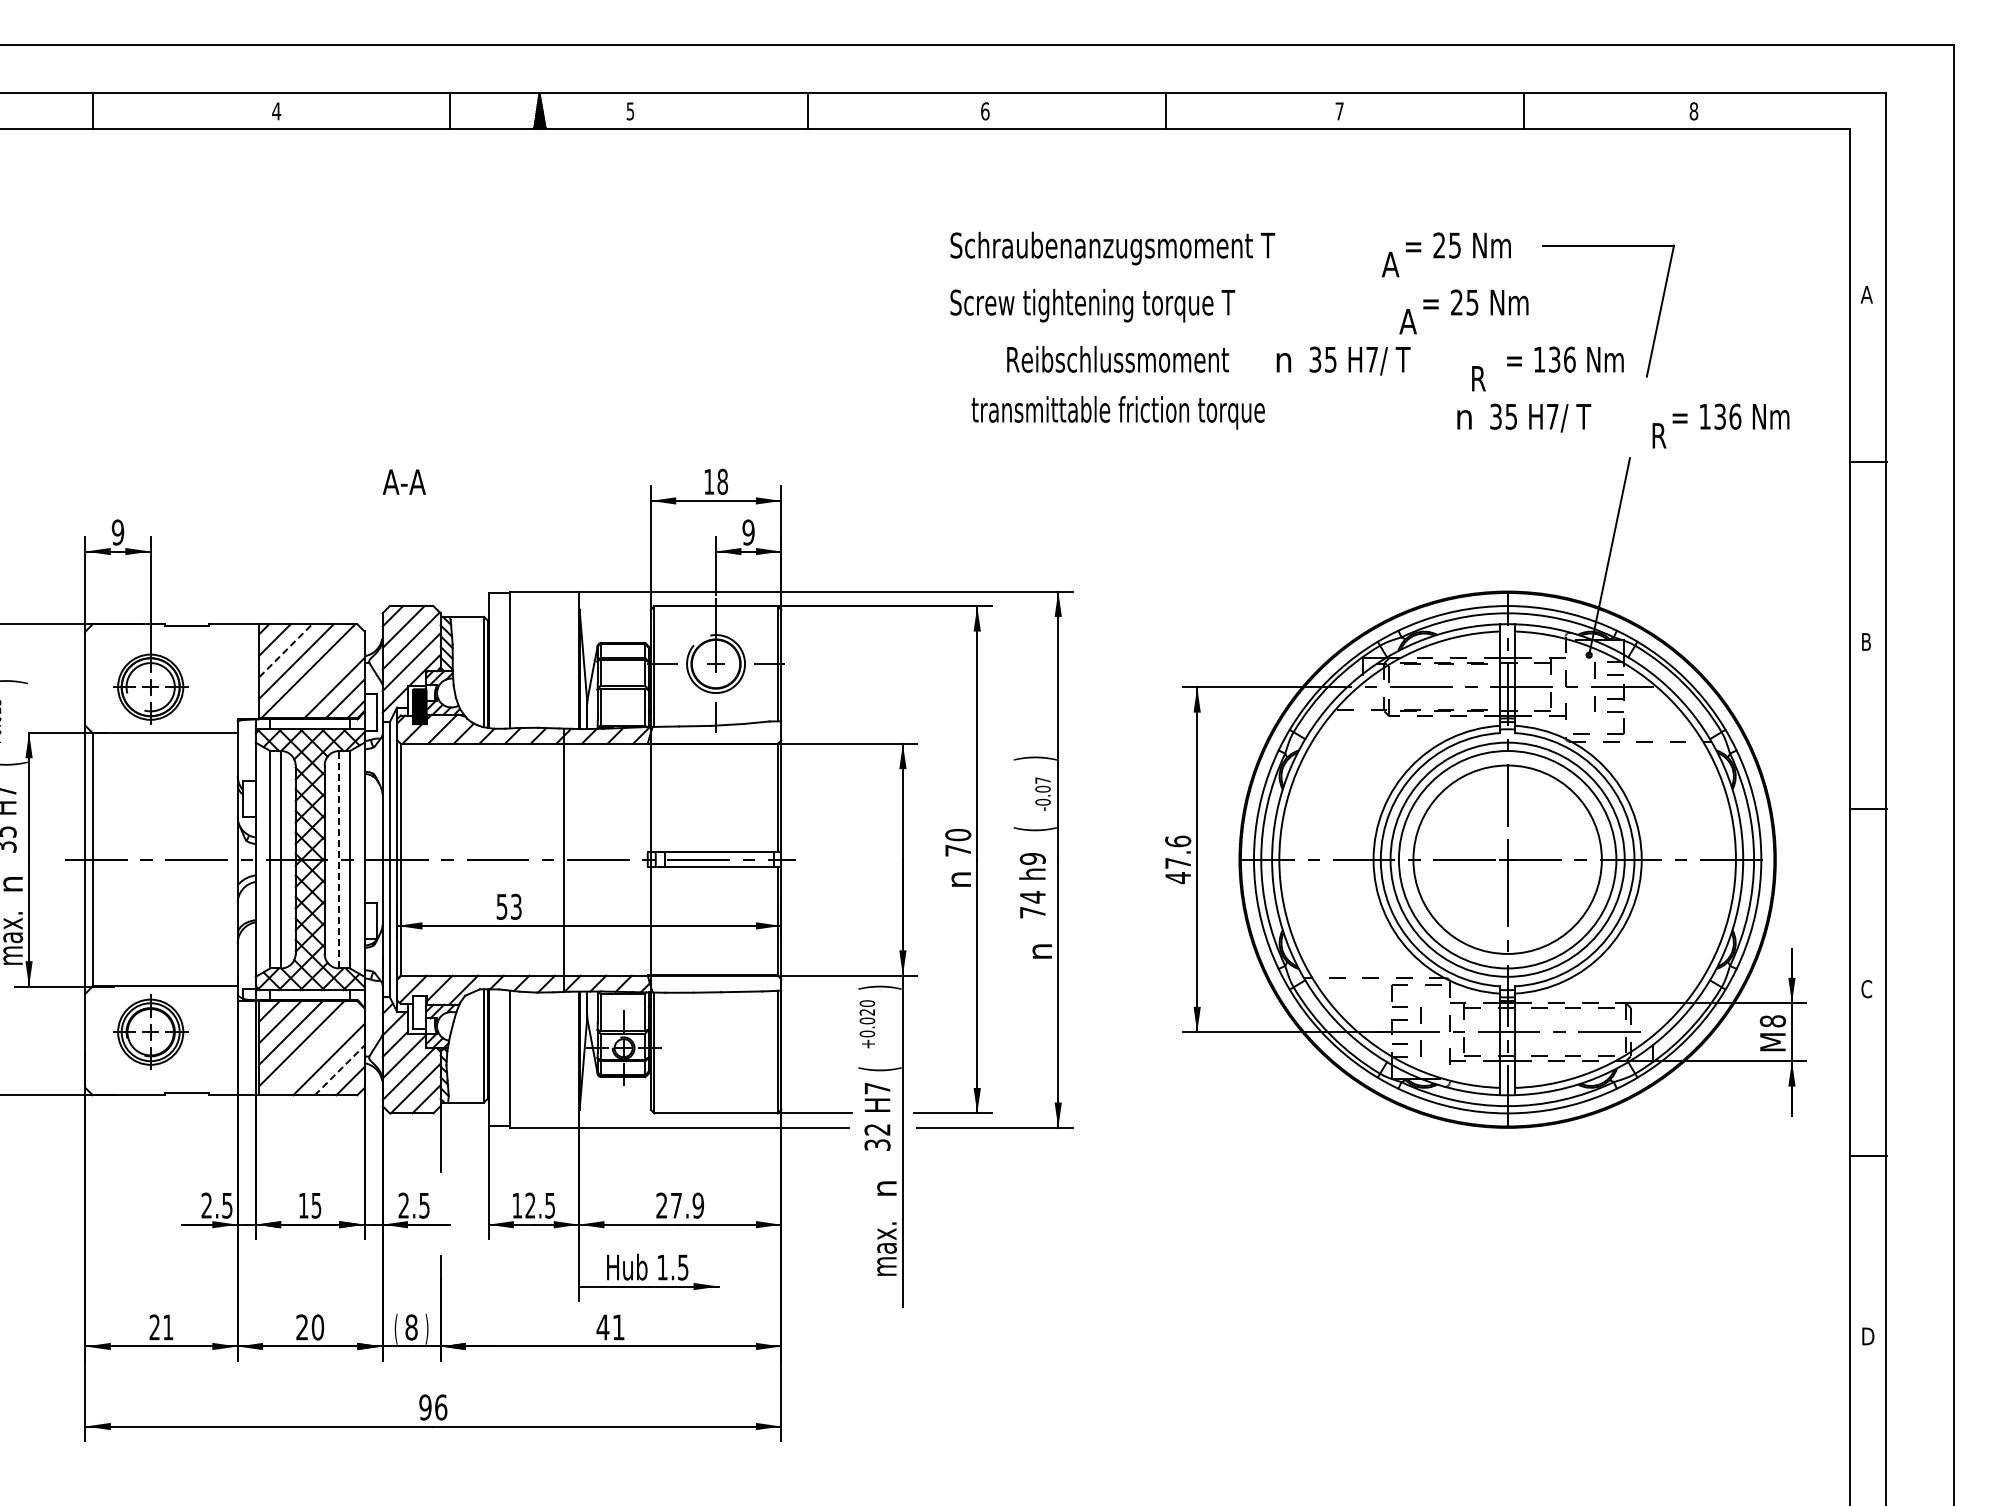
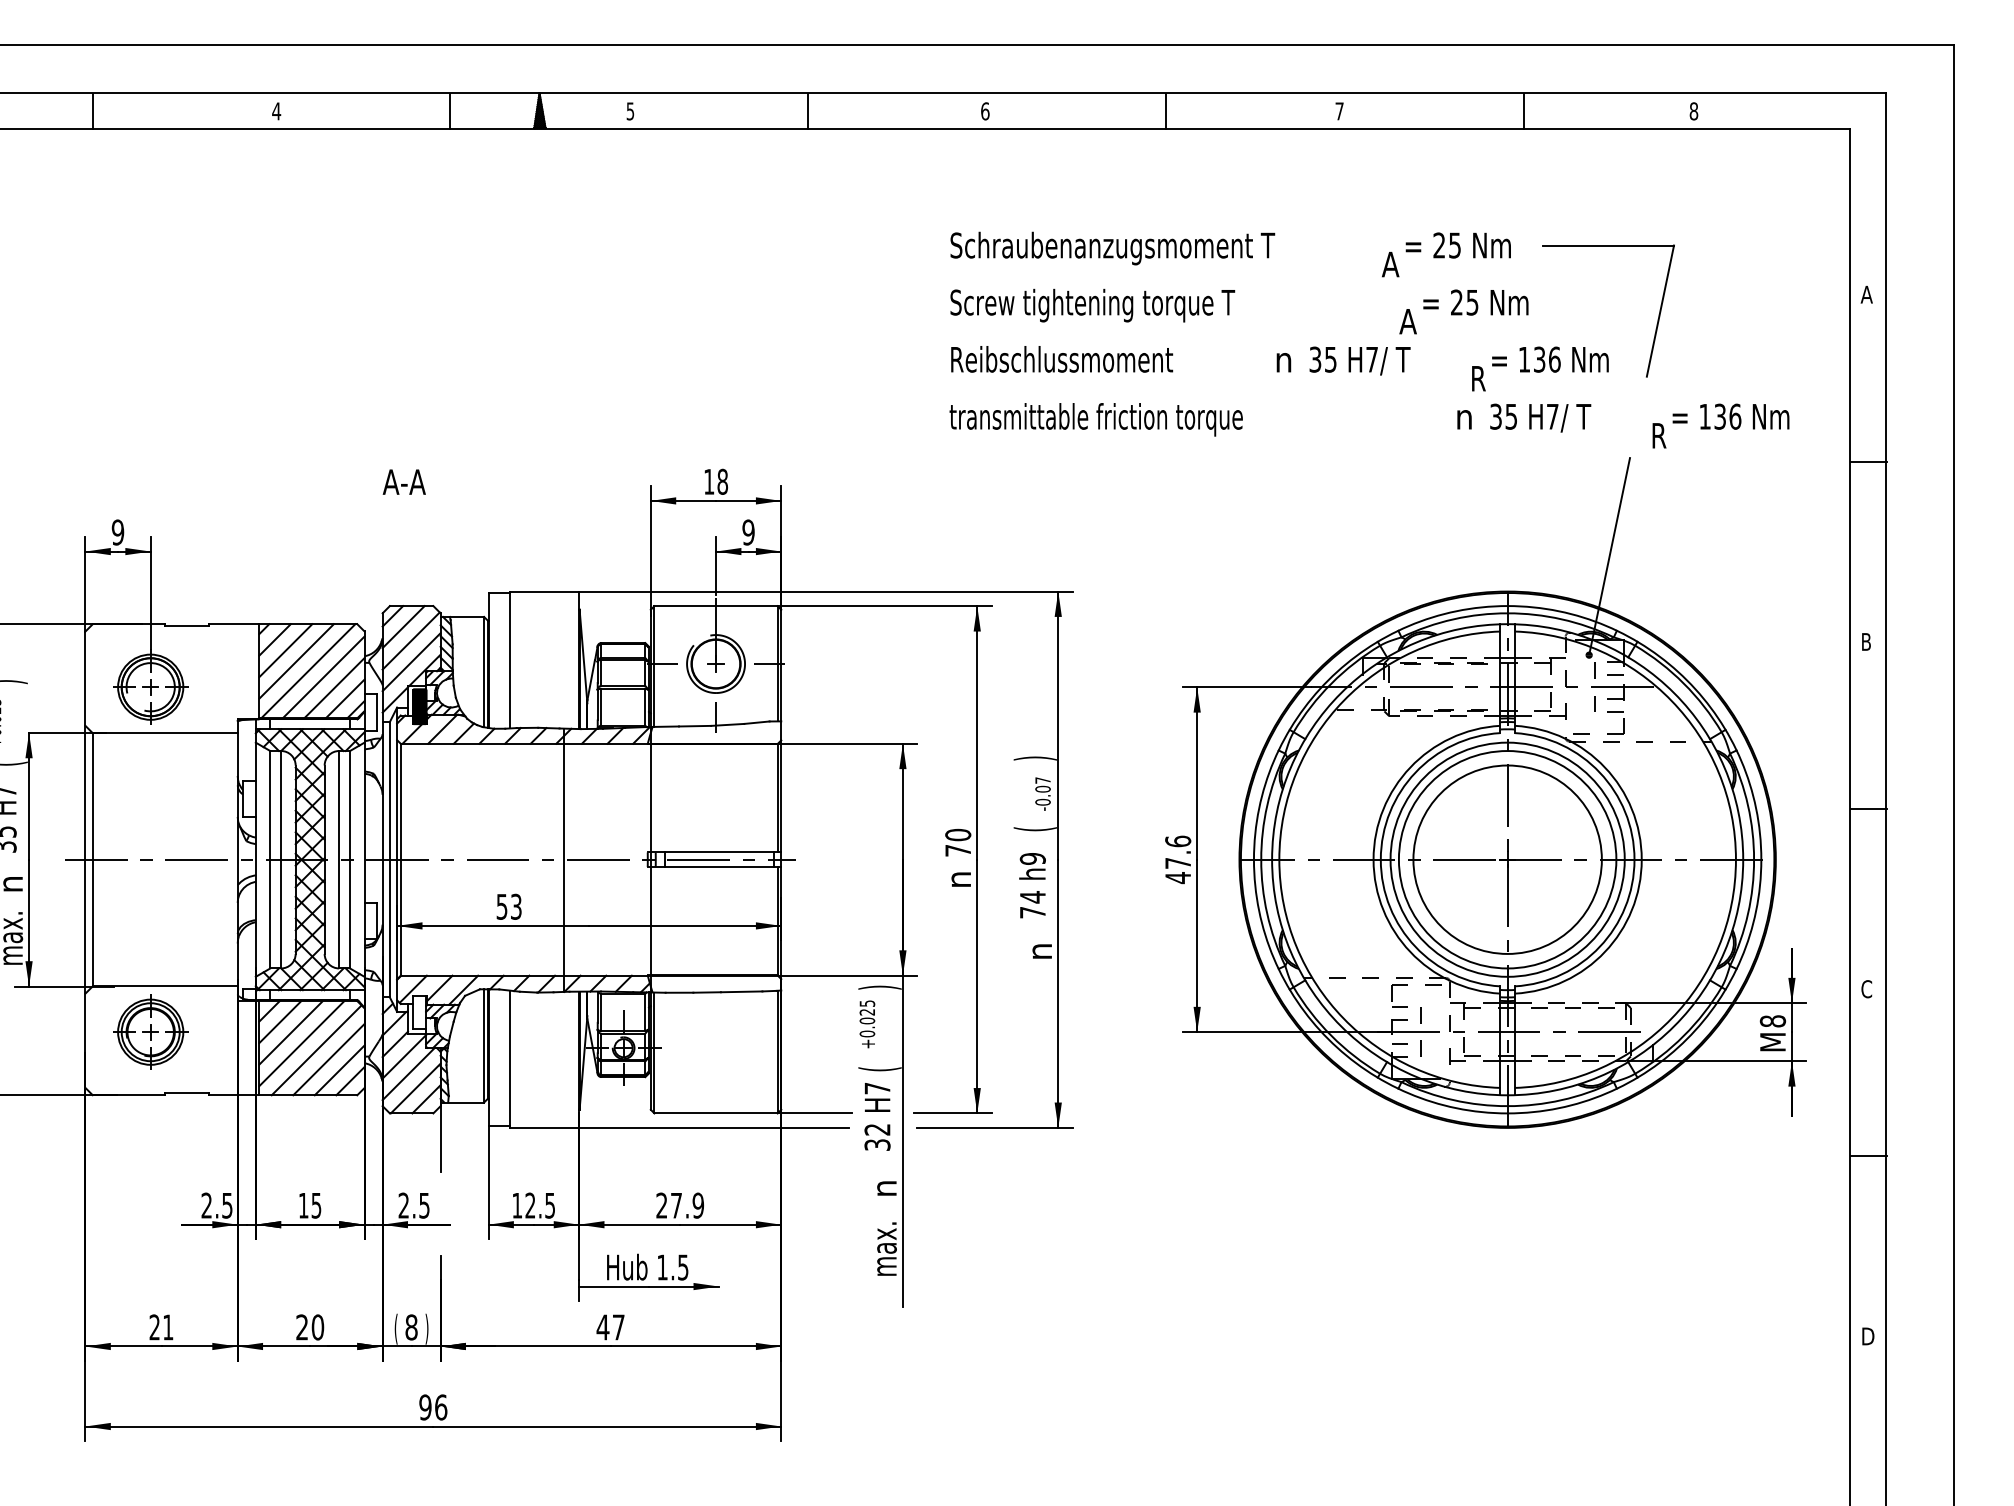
text at (1118, 359) position: (1118, 359) -> (1062, 359)
text at (1565, 359) position: (1565, 359) -> (1550, 359)
text at (1117, 412) position: (1117, 412) -> (1095, 419)
line at (286, 650): dashed -> solid
line at (323, 677): none -> present
line at (339, 859): dashed -> solid
text at (867, 1003): +0.020 -> +0.025
line at (316, 1050): none -> present
line at (340, 1070): dashed -> solid
text at (618, 1327): 41 -> 47
